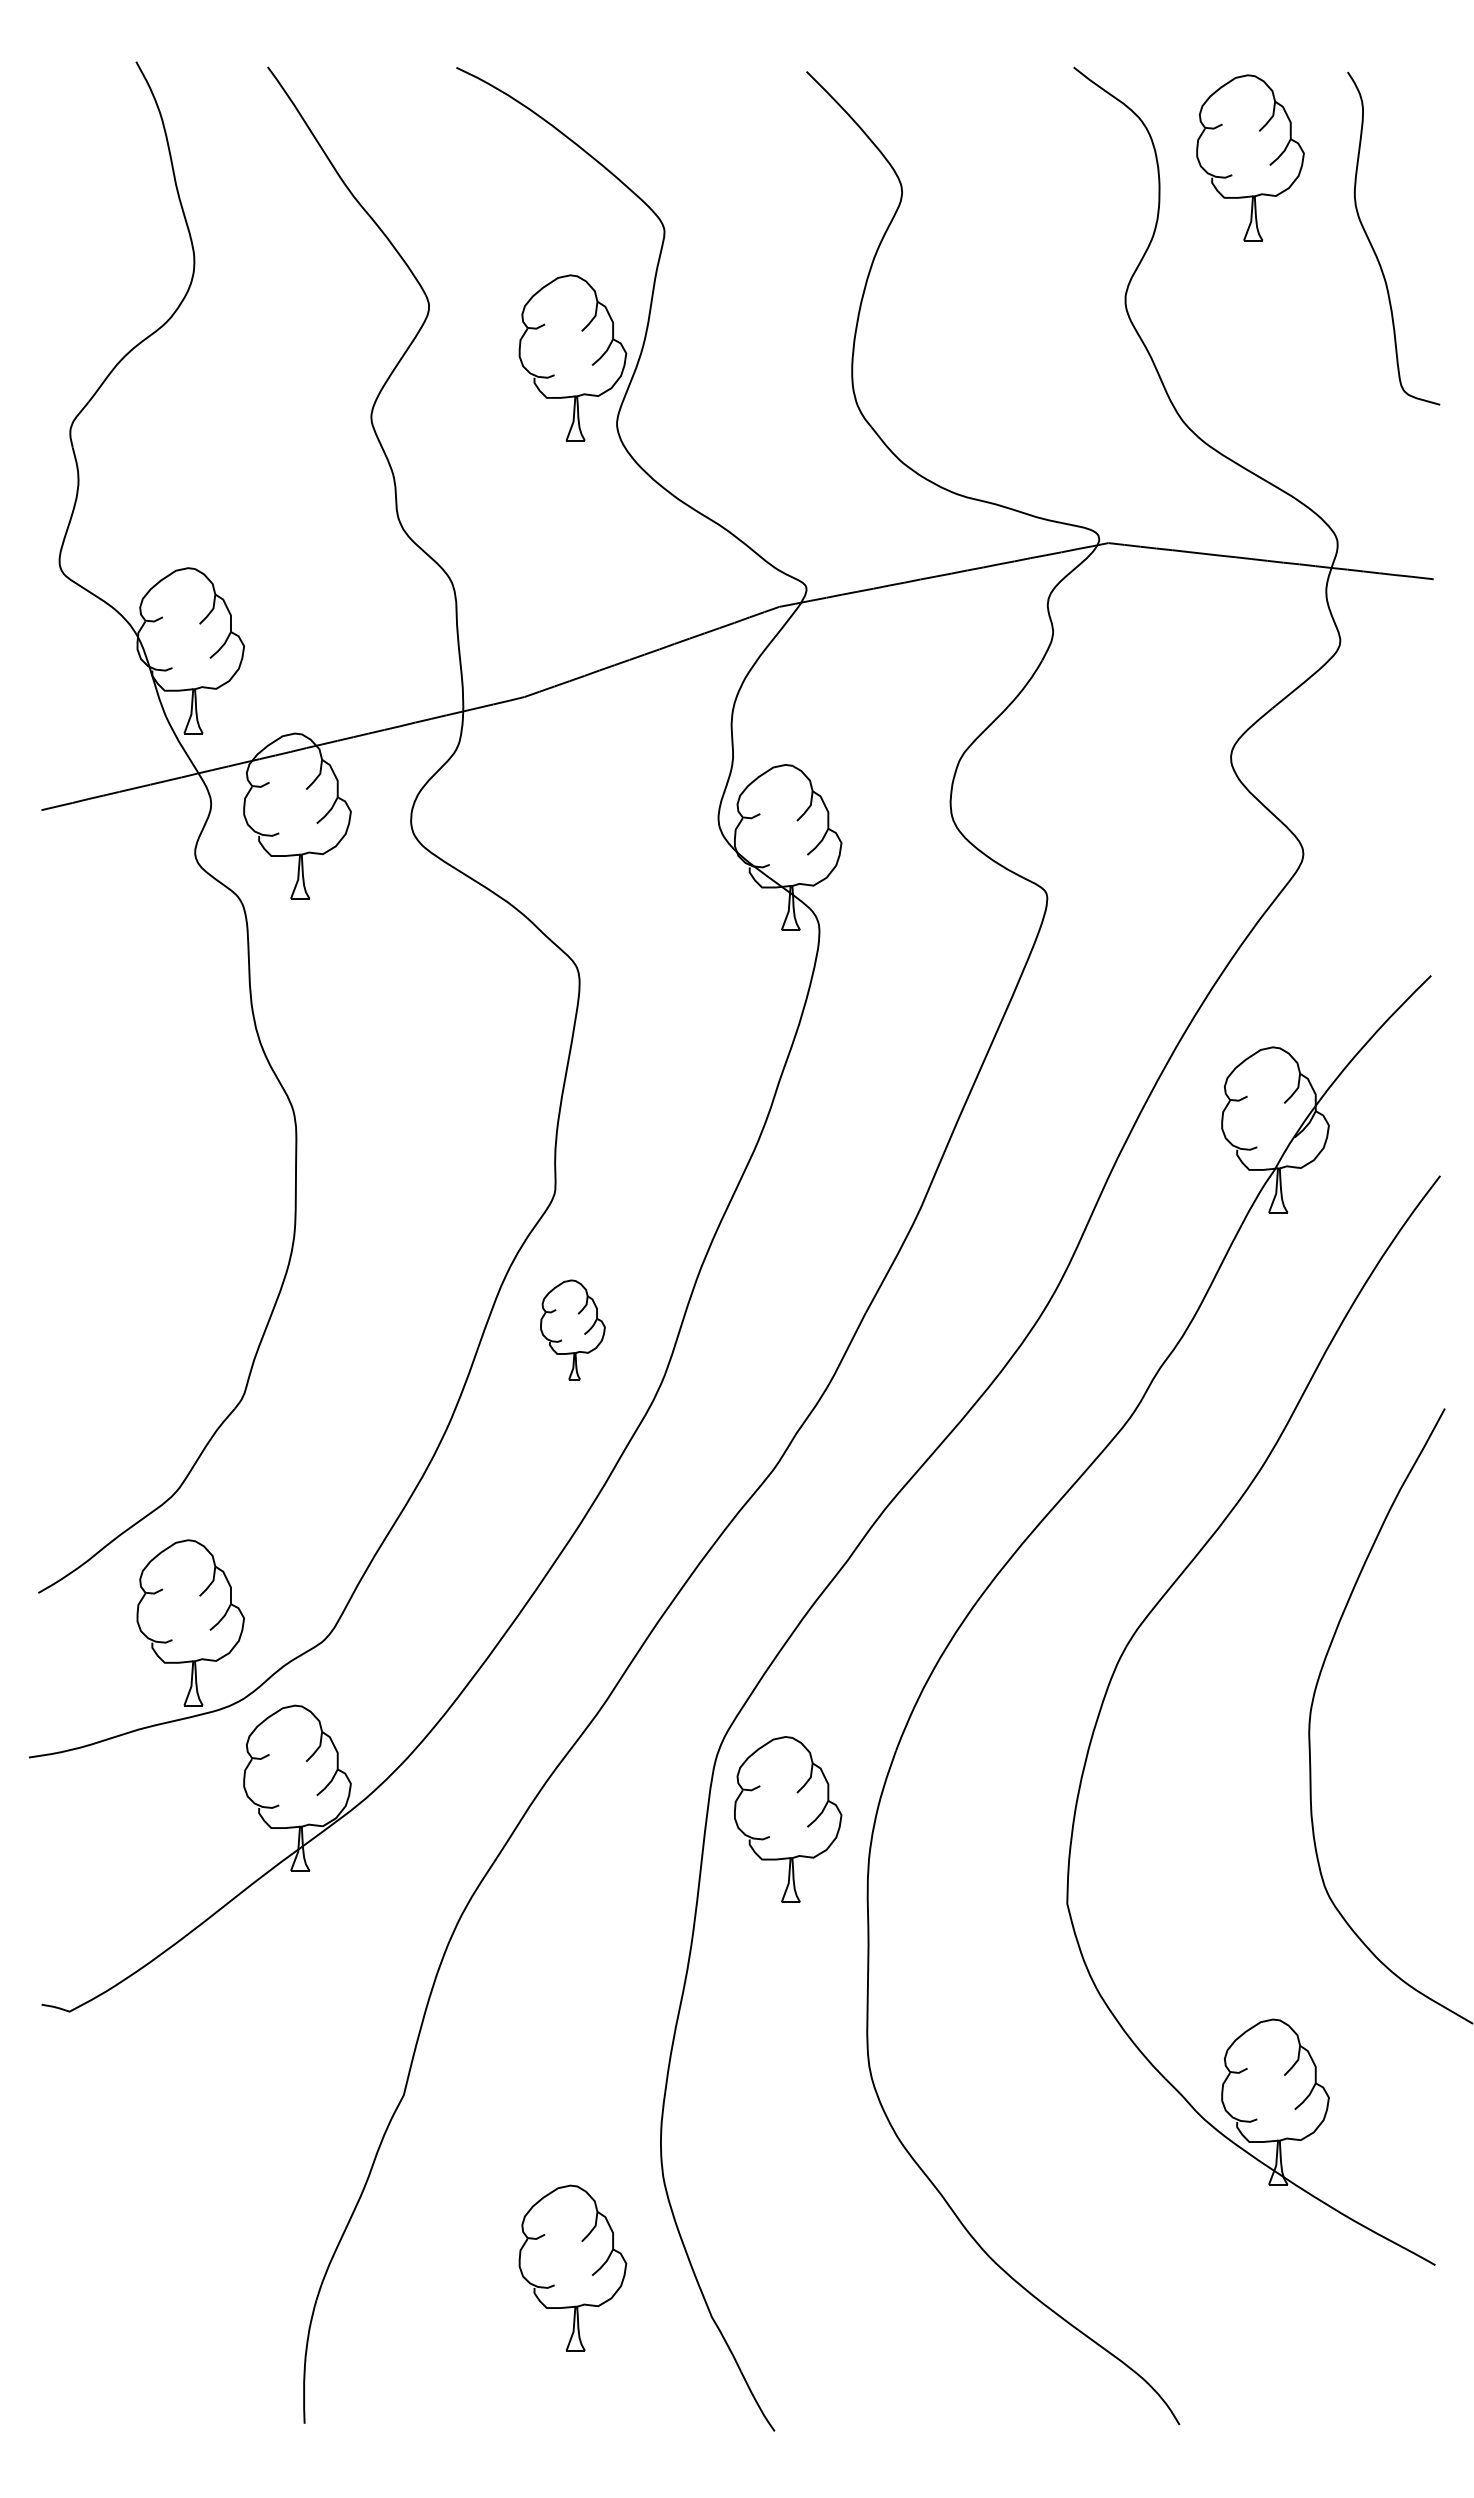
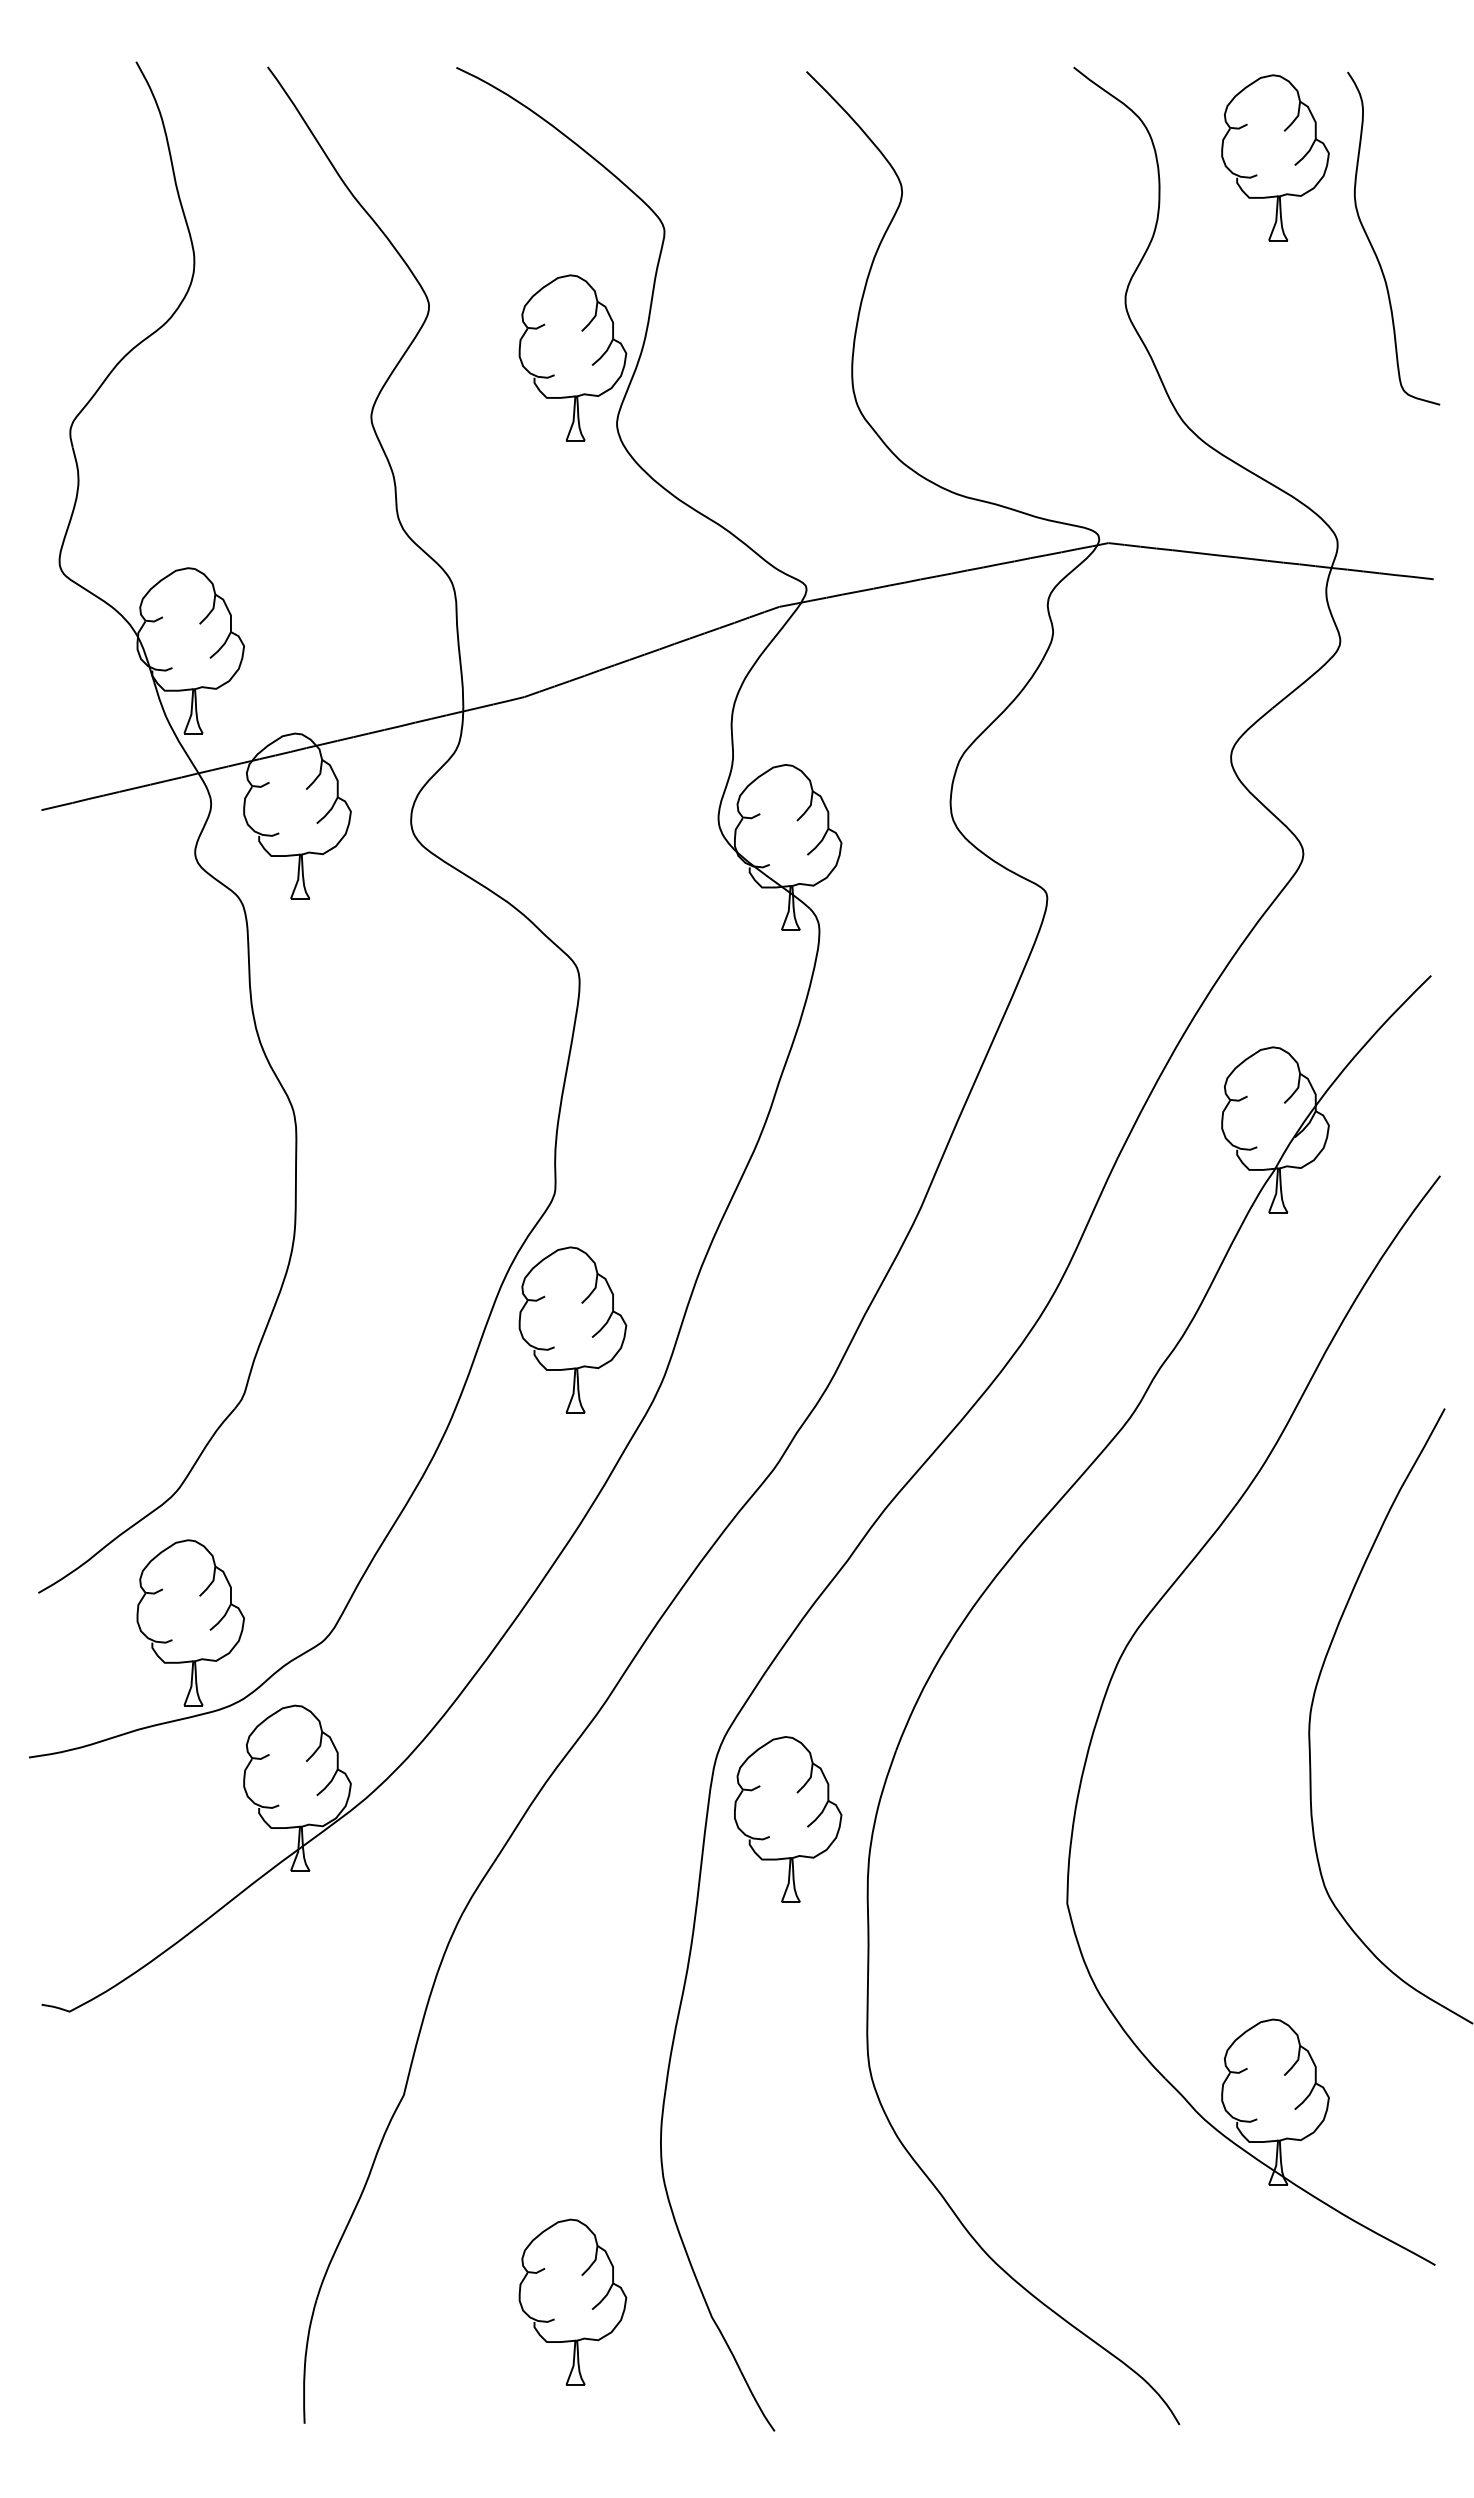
part at (1250, 157) position: (1250, 157) -> (1275, 157)
part at (572, 1329) size: 66x102 px -> 110x168 px
part at (572, 2267) position: (572, 2267) -> (572, 2301)
